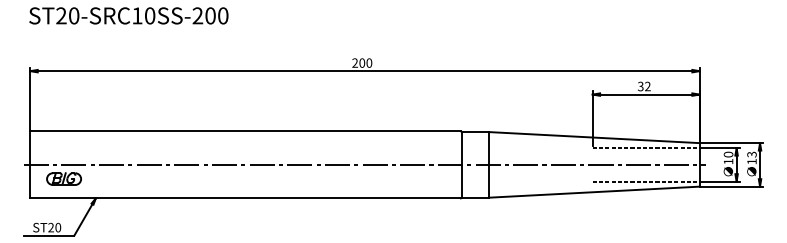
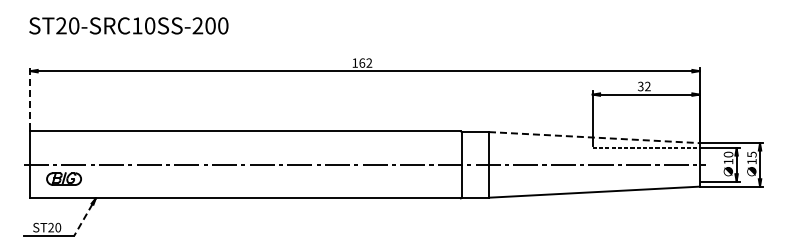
text at (128, 15) position: (128, 15) -> (128, 25)
text at (362, 62): 200 -> 162
line at (30, 98): solid -> dashed
line at (594, 137): solid -> dashed
text at (751, 154): 13 -> 15
line at (645, 181): present -> none
line at (83, 220): solid -> dashed
